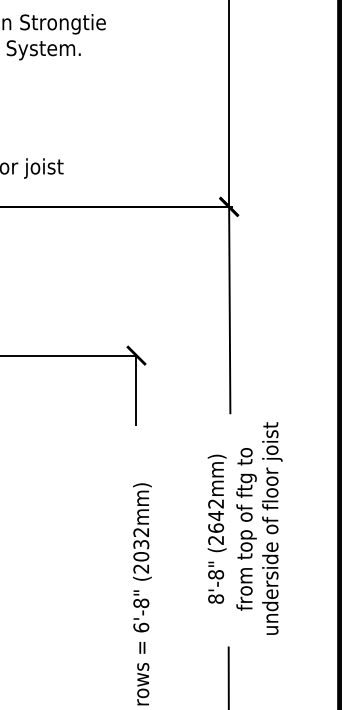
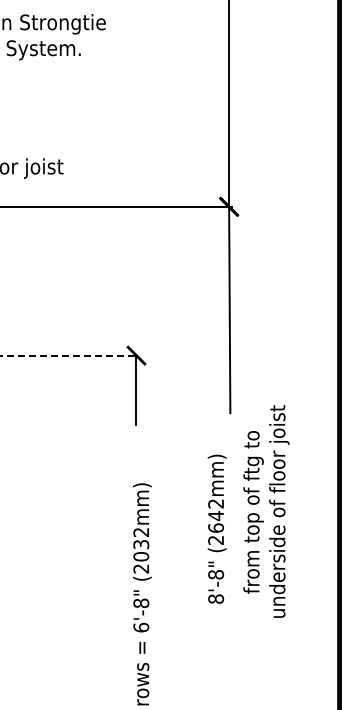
line at (68, 355): solid -> dashed
text at (259, 528) position: (259, 528) -> (266, 511)
line at (228, 676): present -> none
